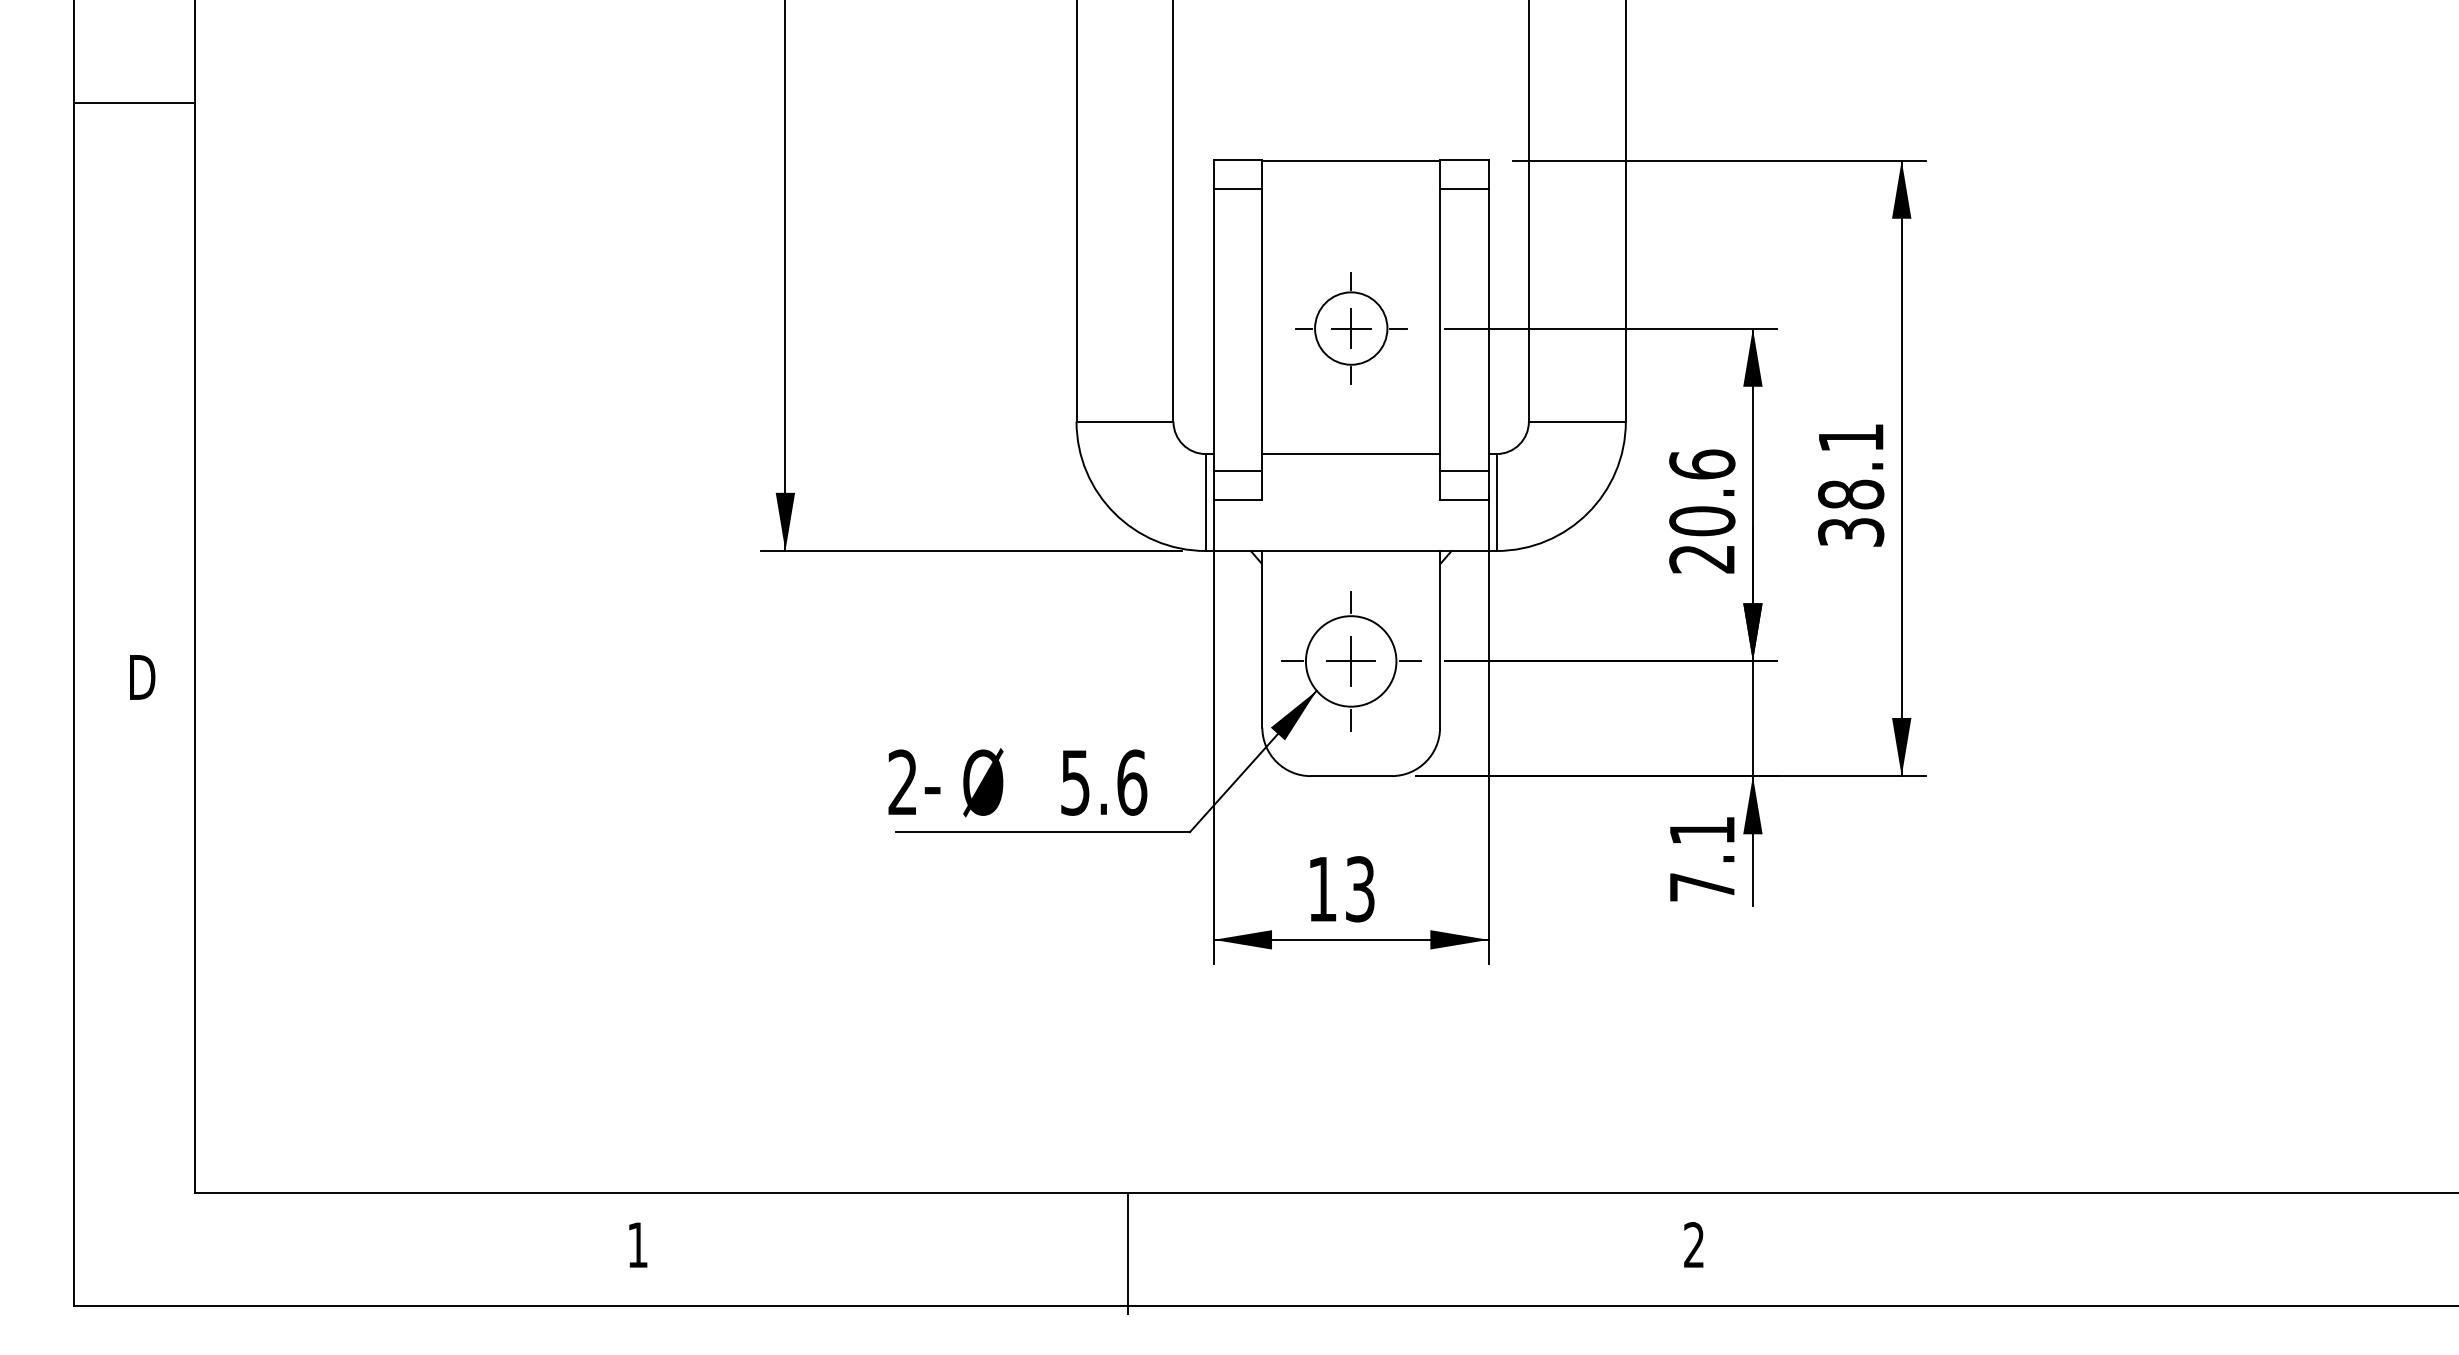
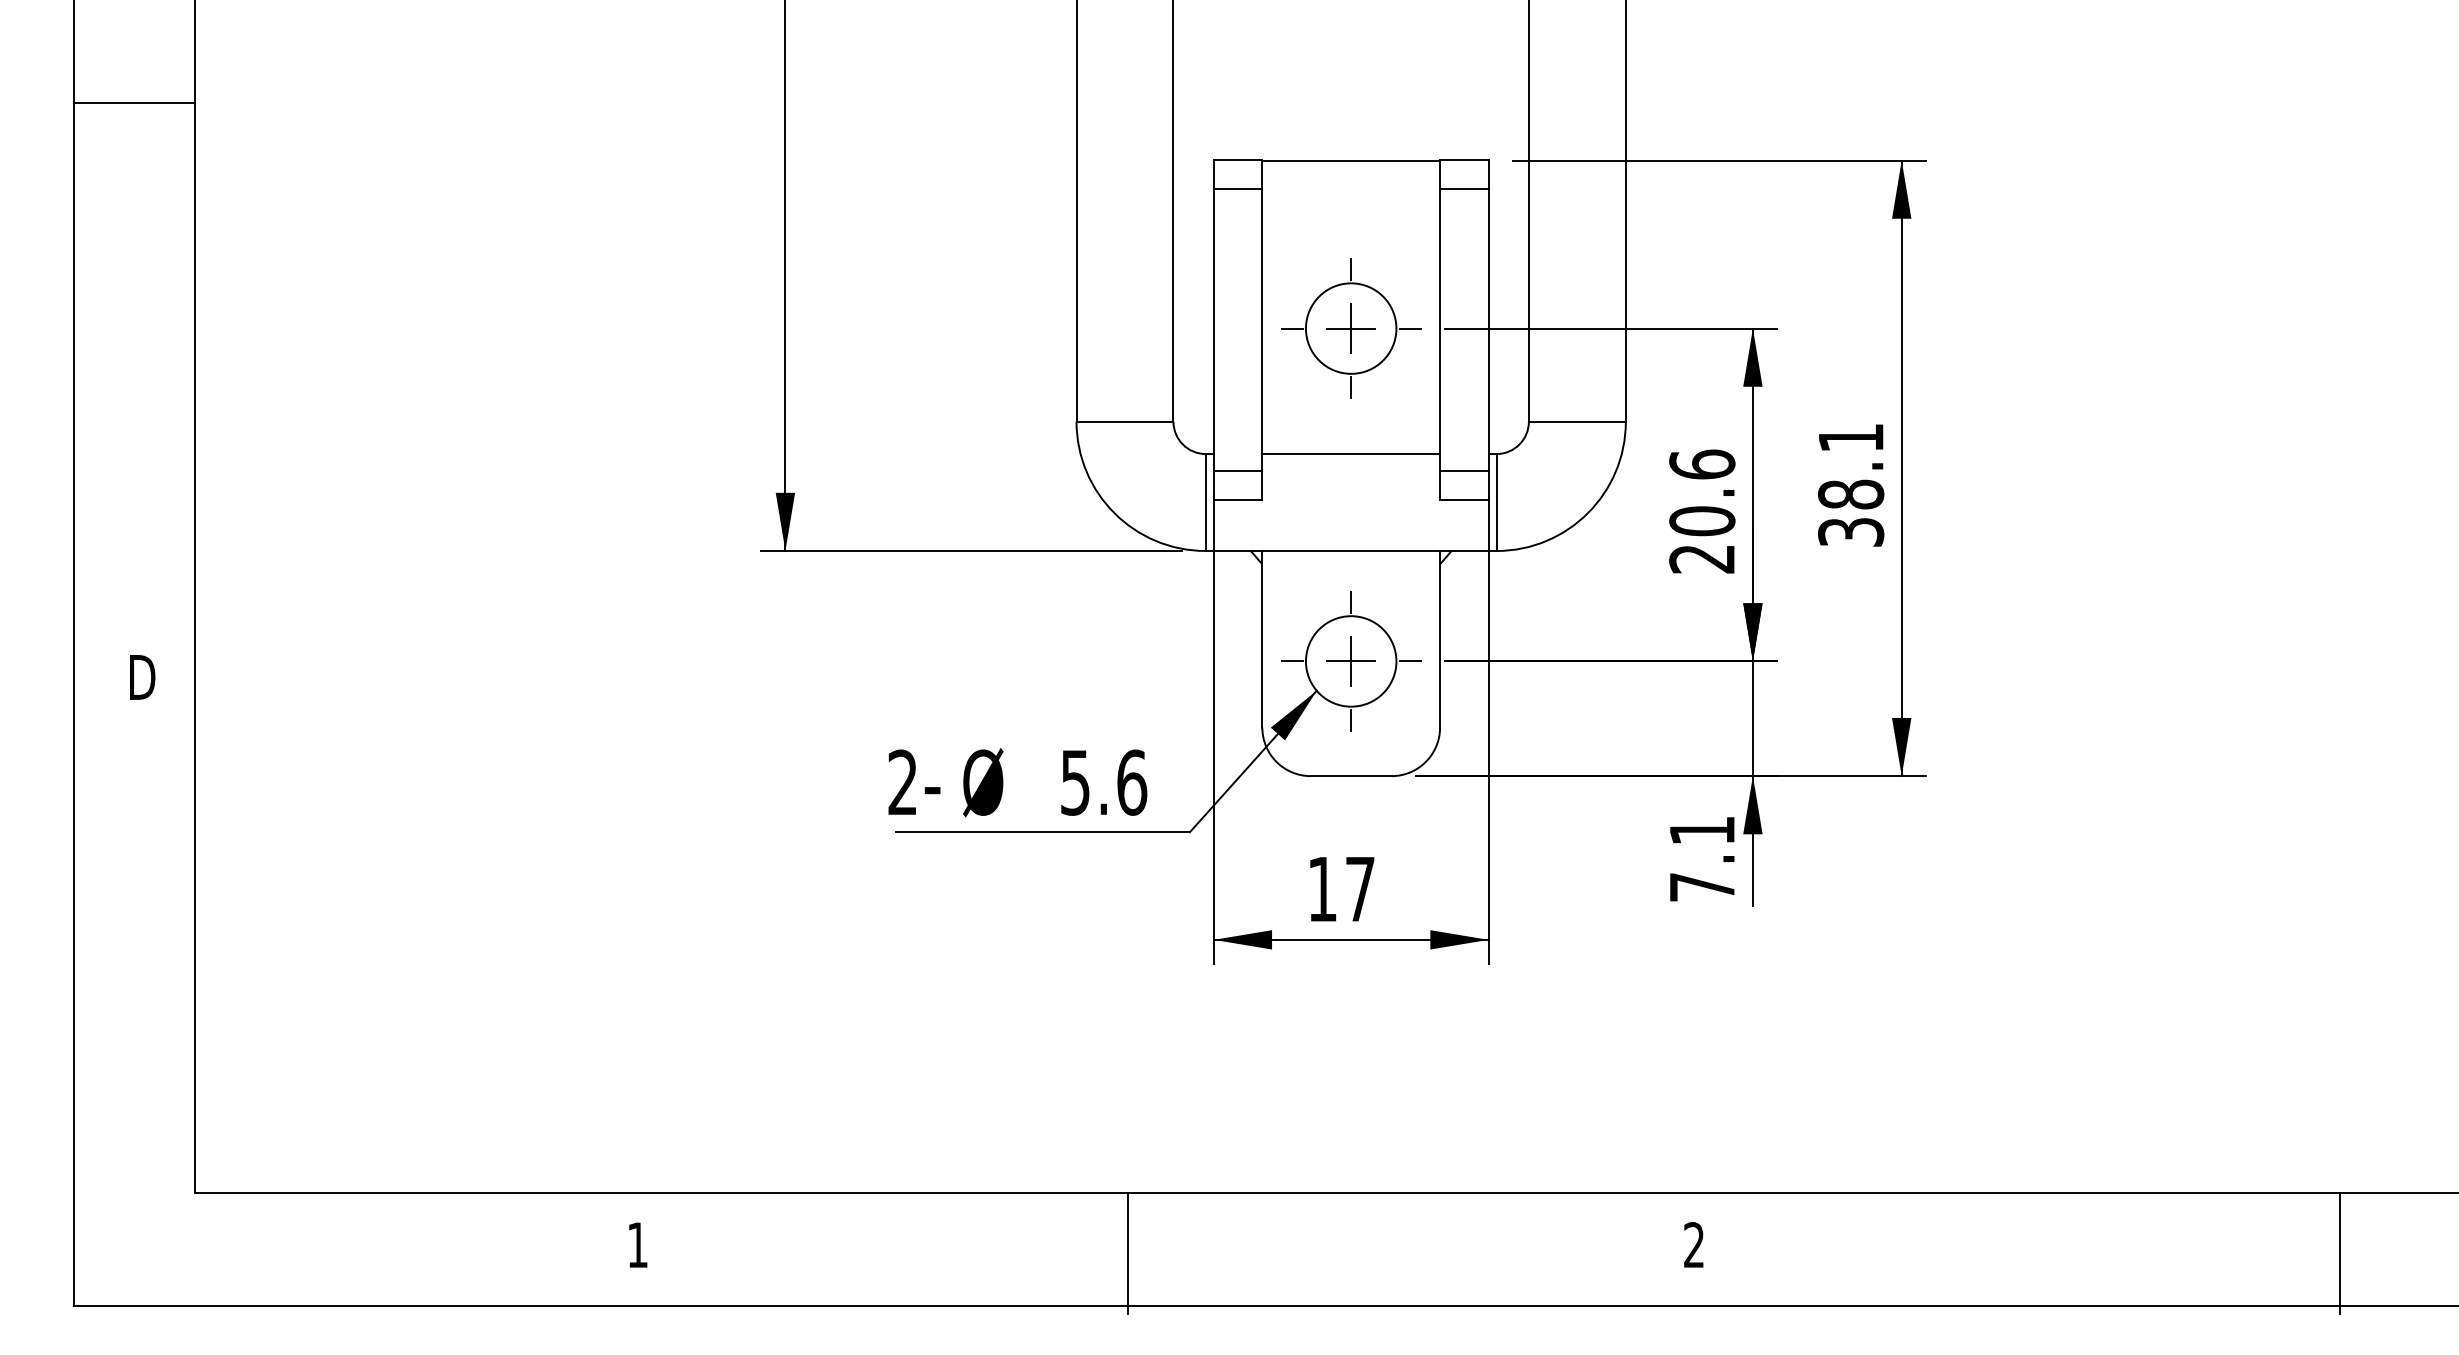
part at (1351, 328) size: 113x113 px -> 141x141 px
text at (1360, 889): 13 -> 17
line at (2339, 1253): none -> present
